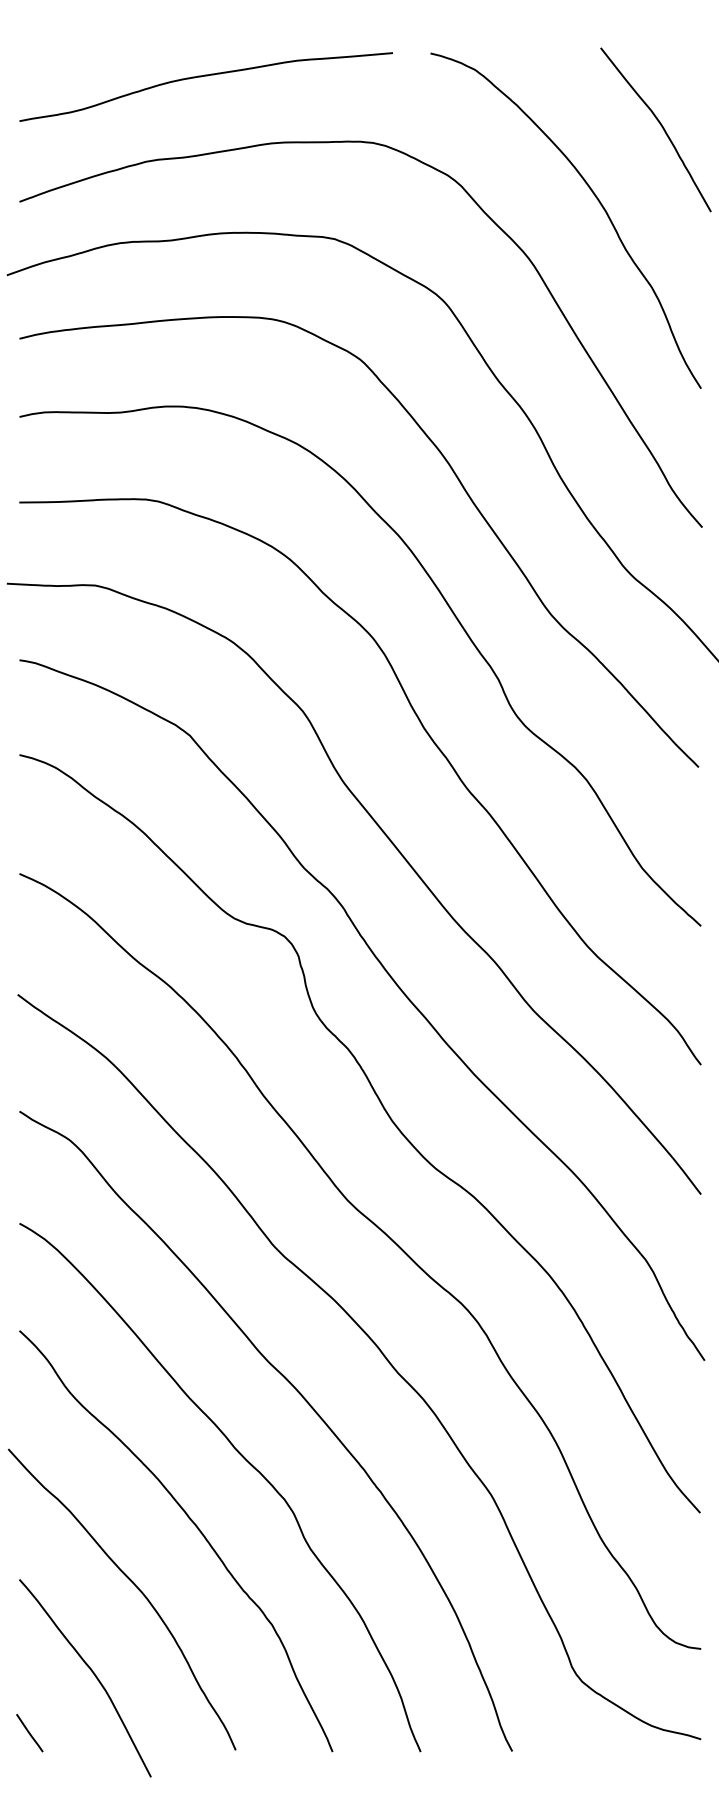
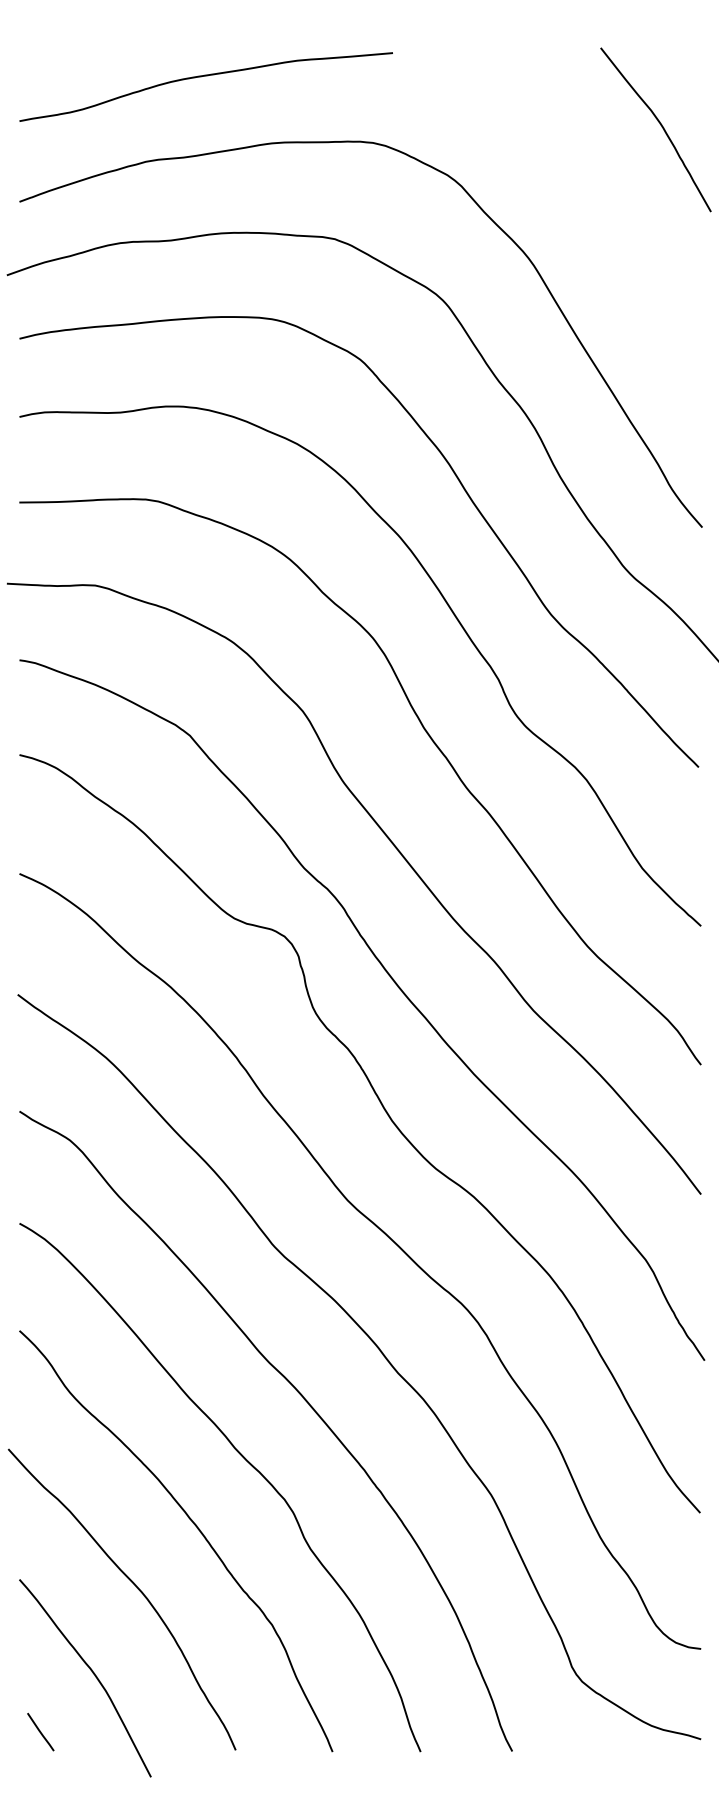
curve at (594, 196): present -> none
line at (29, 1732) position: (29, 1732) -> (40, 1731)
